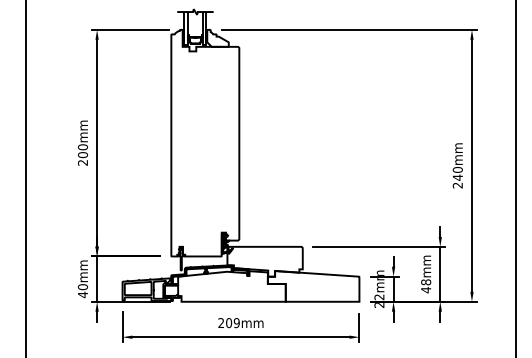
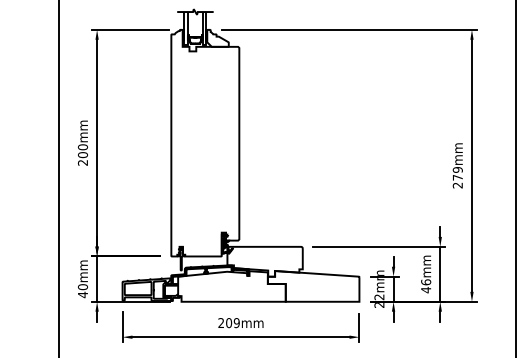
text at (457, 173): 240mm -> 279mm
line at (25, 178) position: (25, 178) -> (58, 178)
text at (425, 282): 48mm -> 46mm
